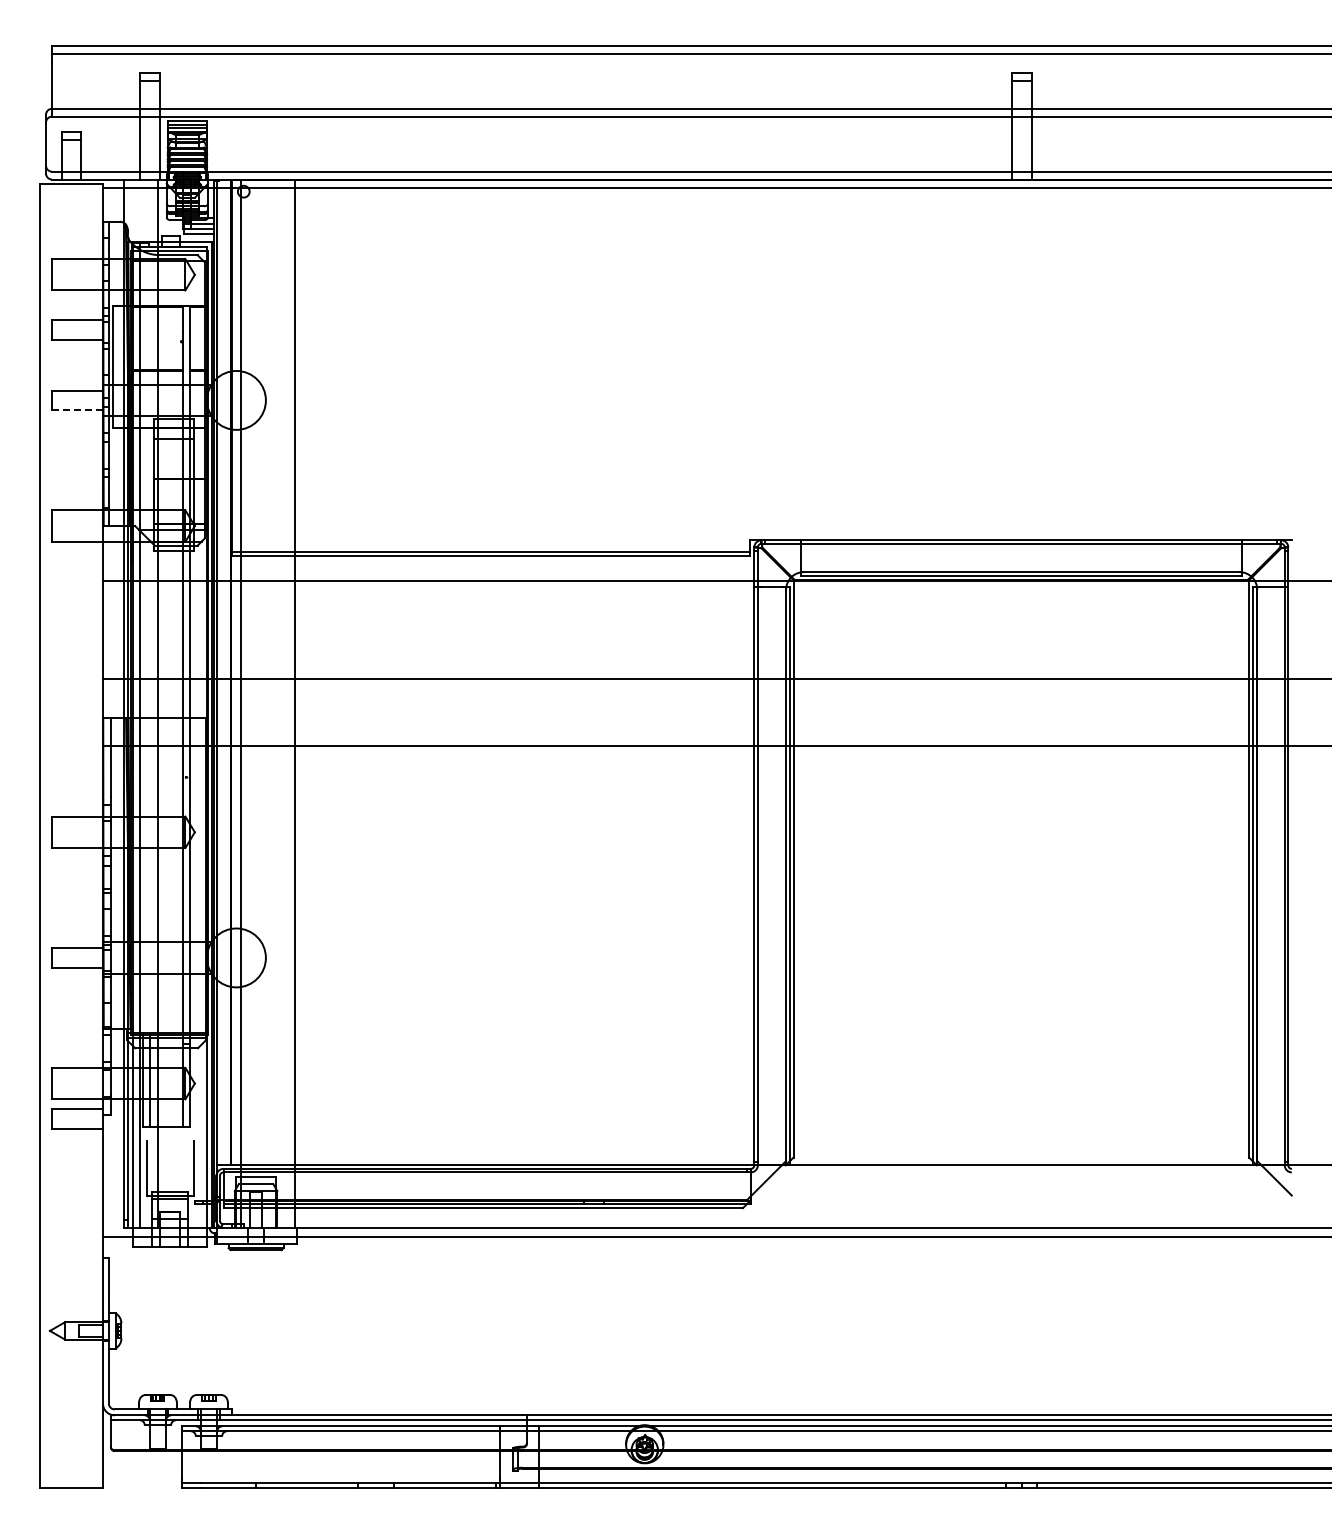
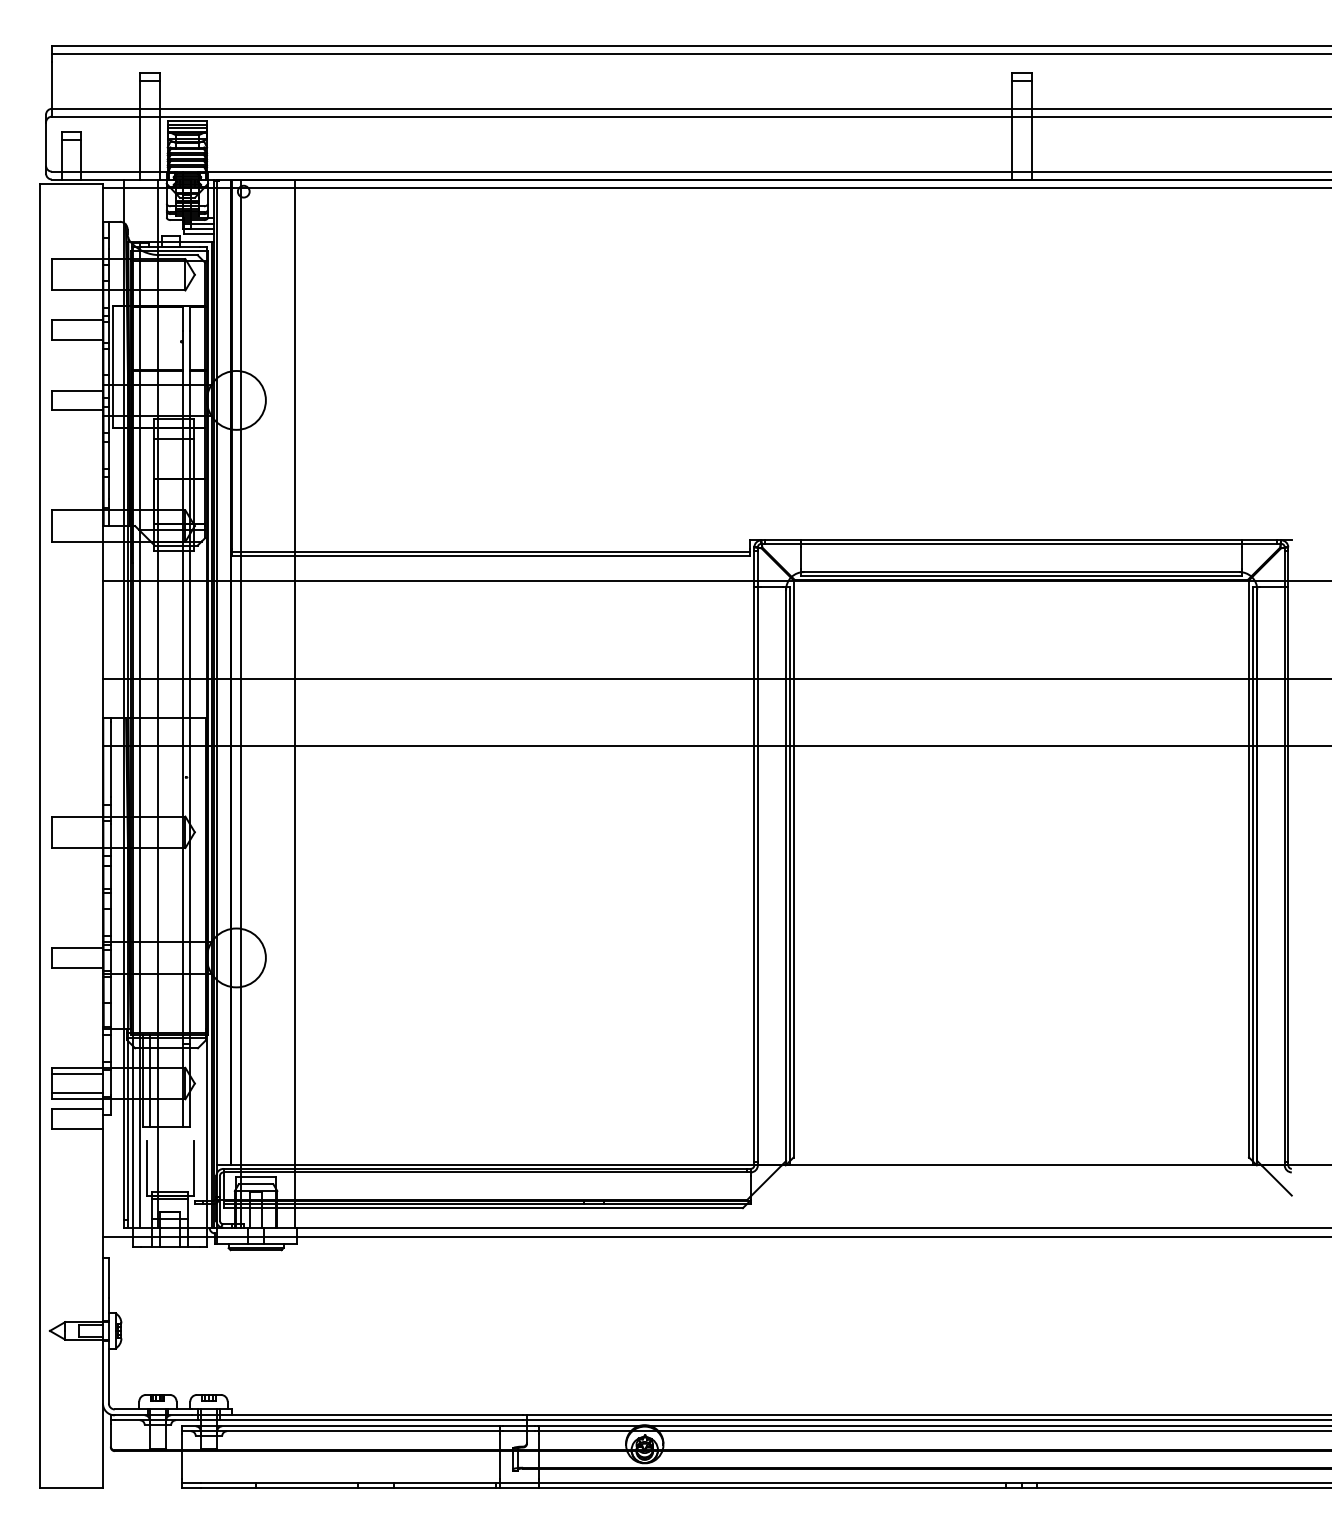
line at (77, 410): dashed -> solid
line at (76, 1073): none -> present
line at (76, 1093): none -> present
